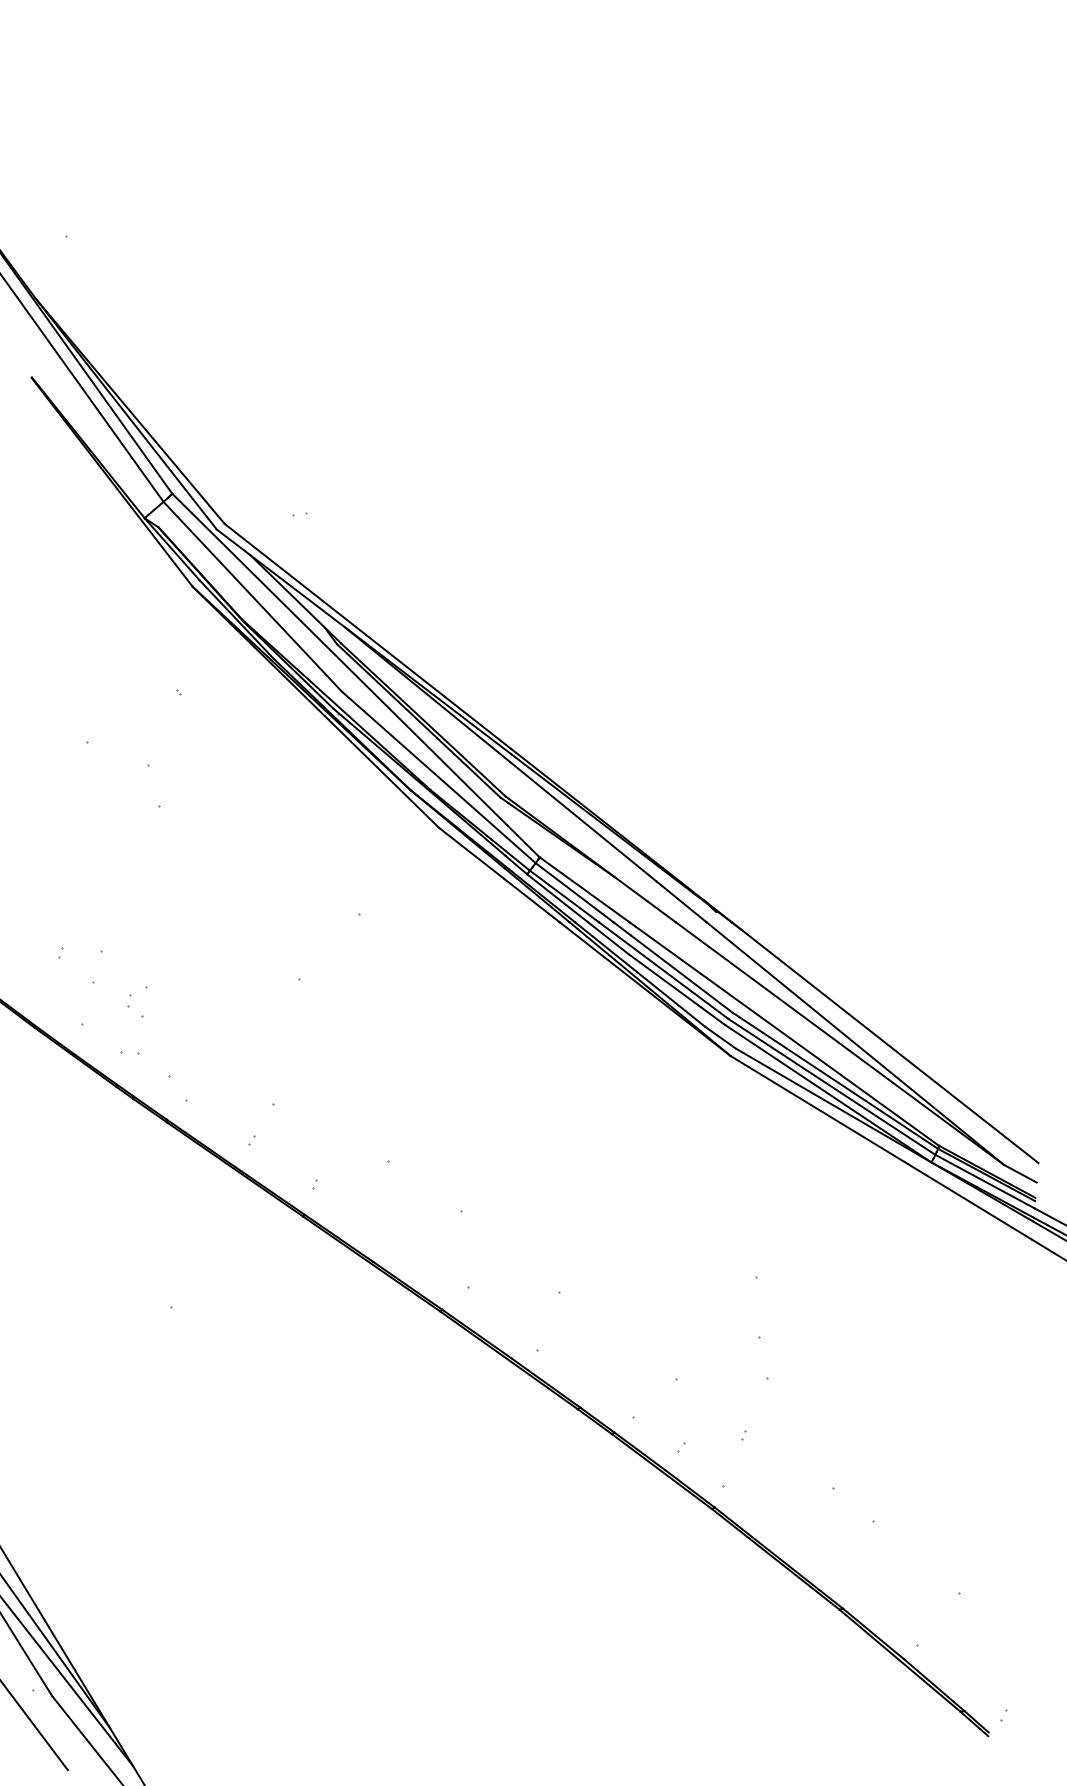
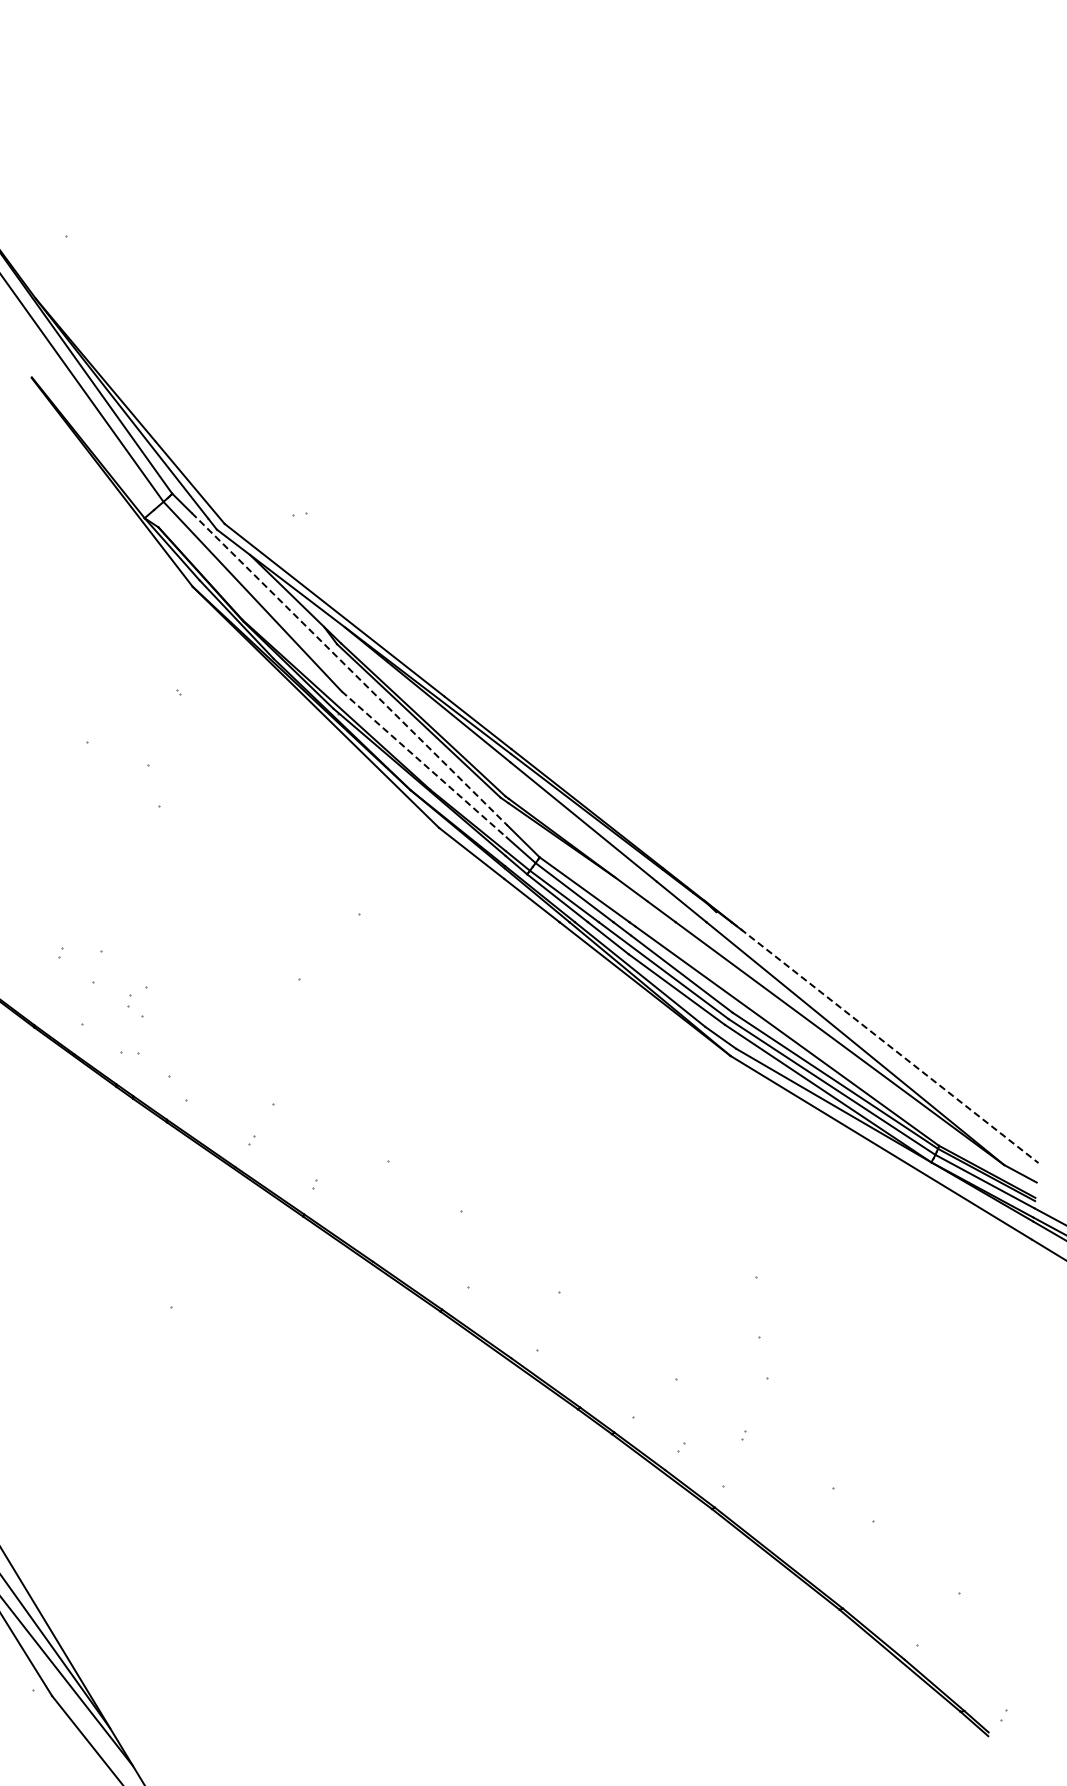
line at (349, 669): solid -> dashed
line at (424, 764): solid -> dashed
line at (885, 1042): solid -> dashed
line at (34, 1726): present -> none
